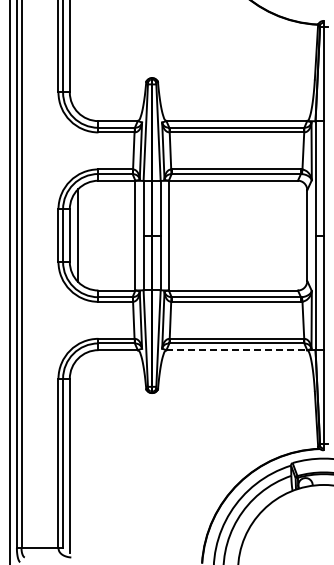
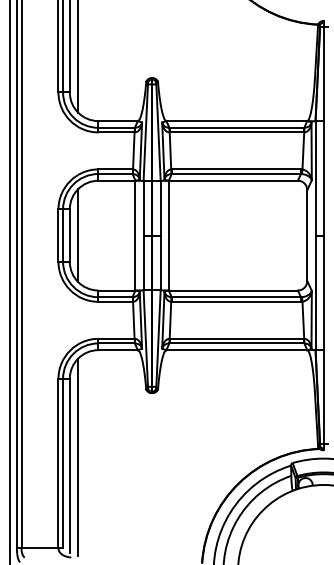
line at (78, 57): none -> present
line at (237, 350): dashed -> solid
line at (78, 457): none -> present
